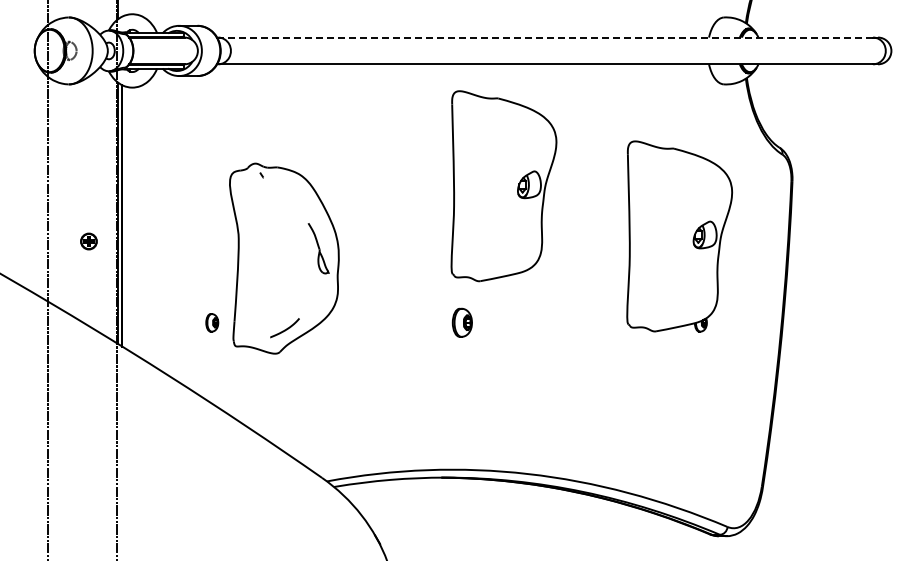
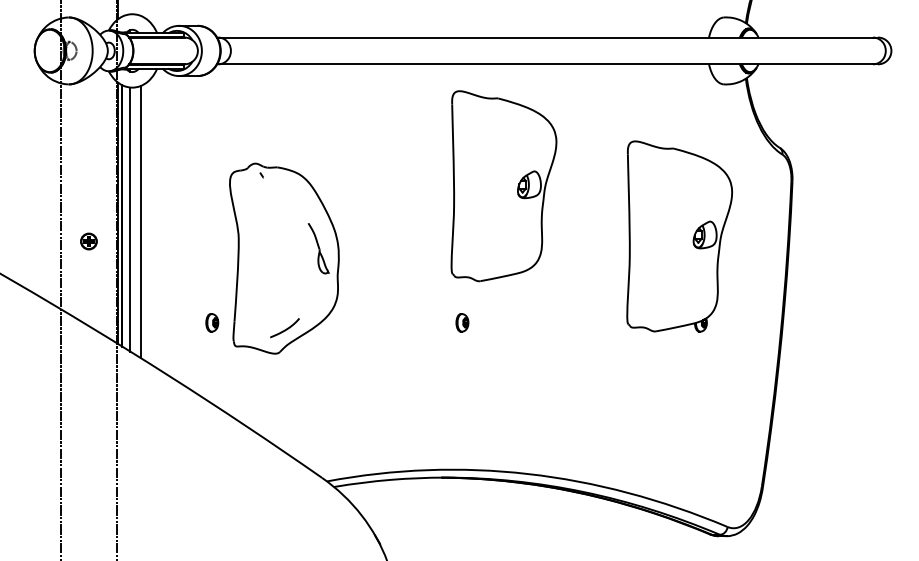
line at (545, 37): dashed -> solid
line at (130, 219): none -> present
line at (141, 221): none -> present
line at (47, 279) position: (47, 279) -> (60, 279)
part at (461, 322) size: 22x31 px -> 15x20 px
